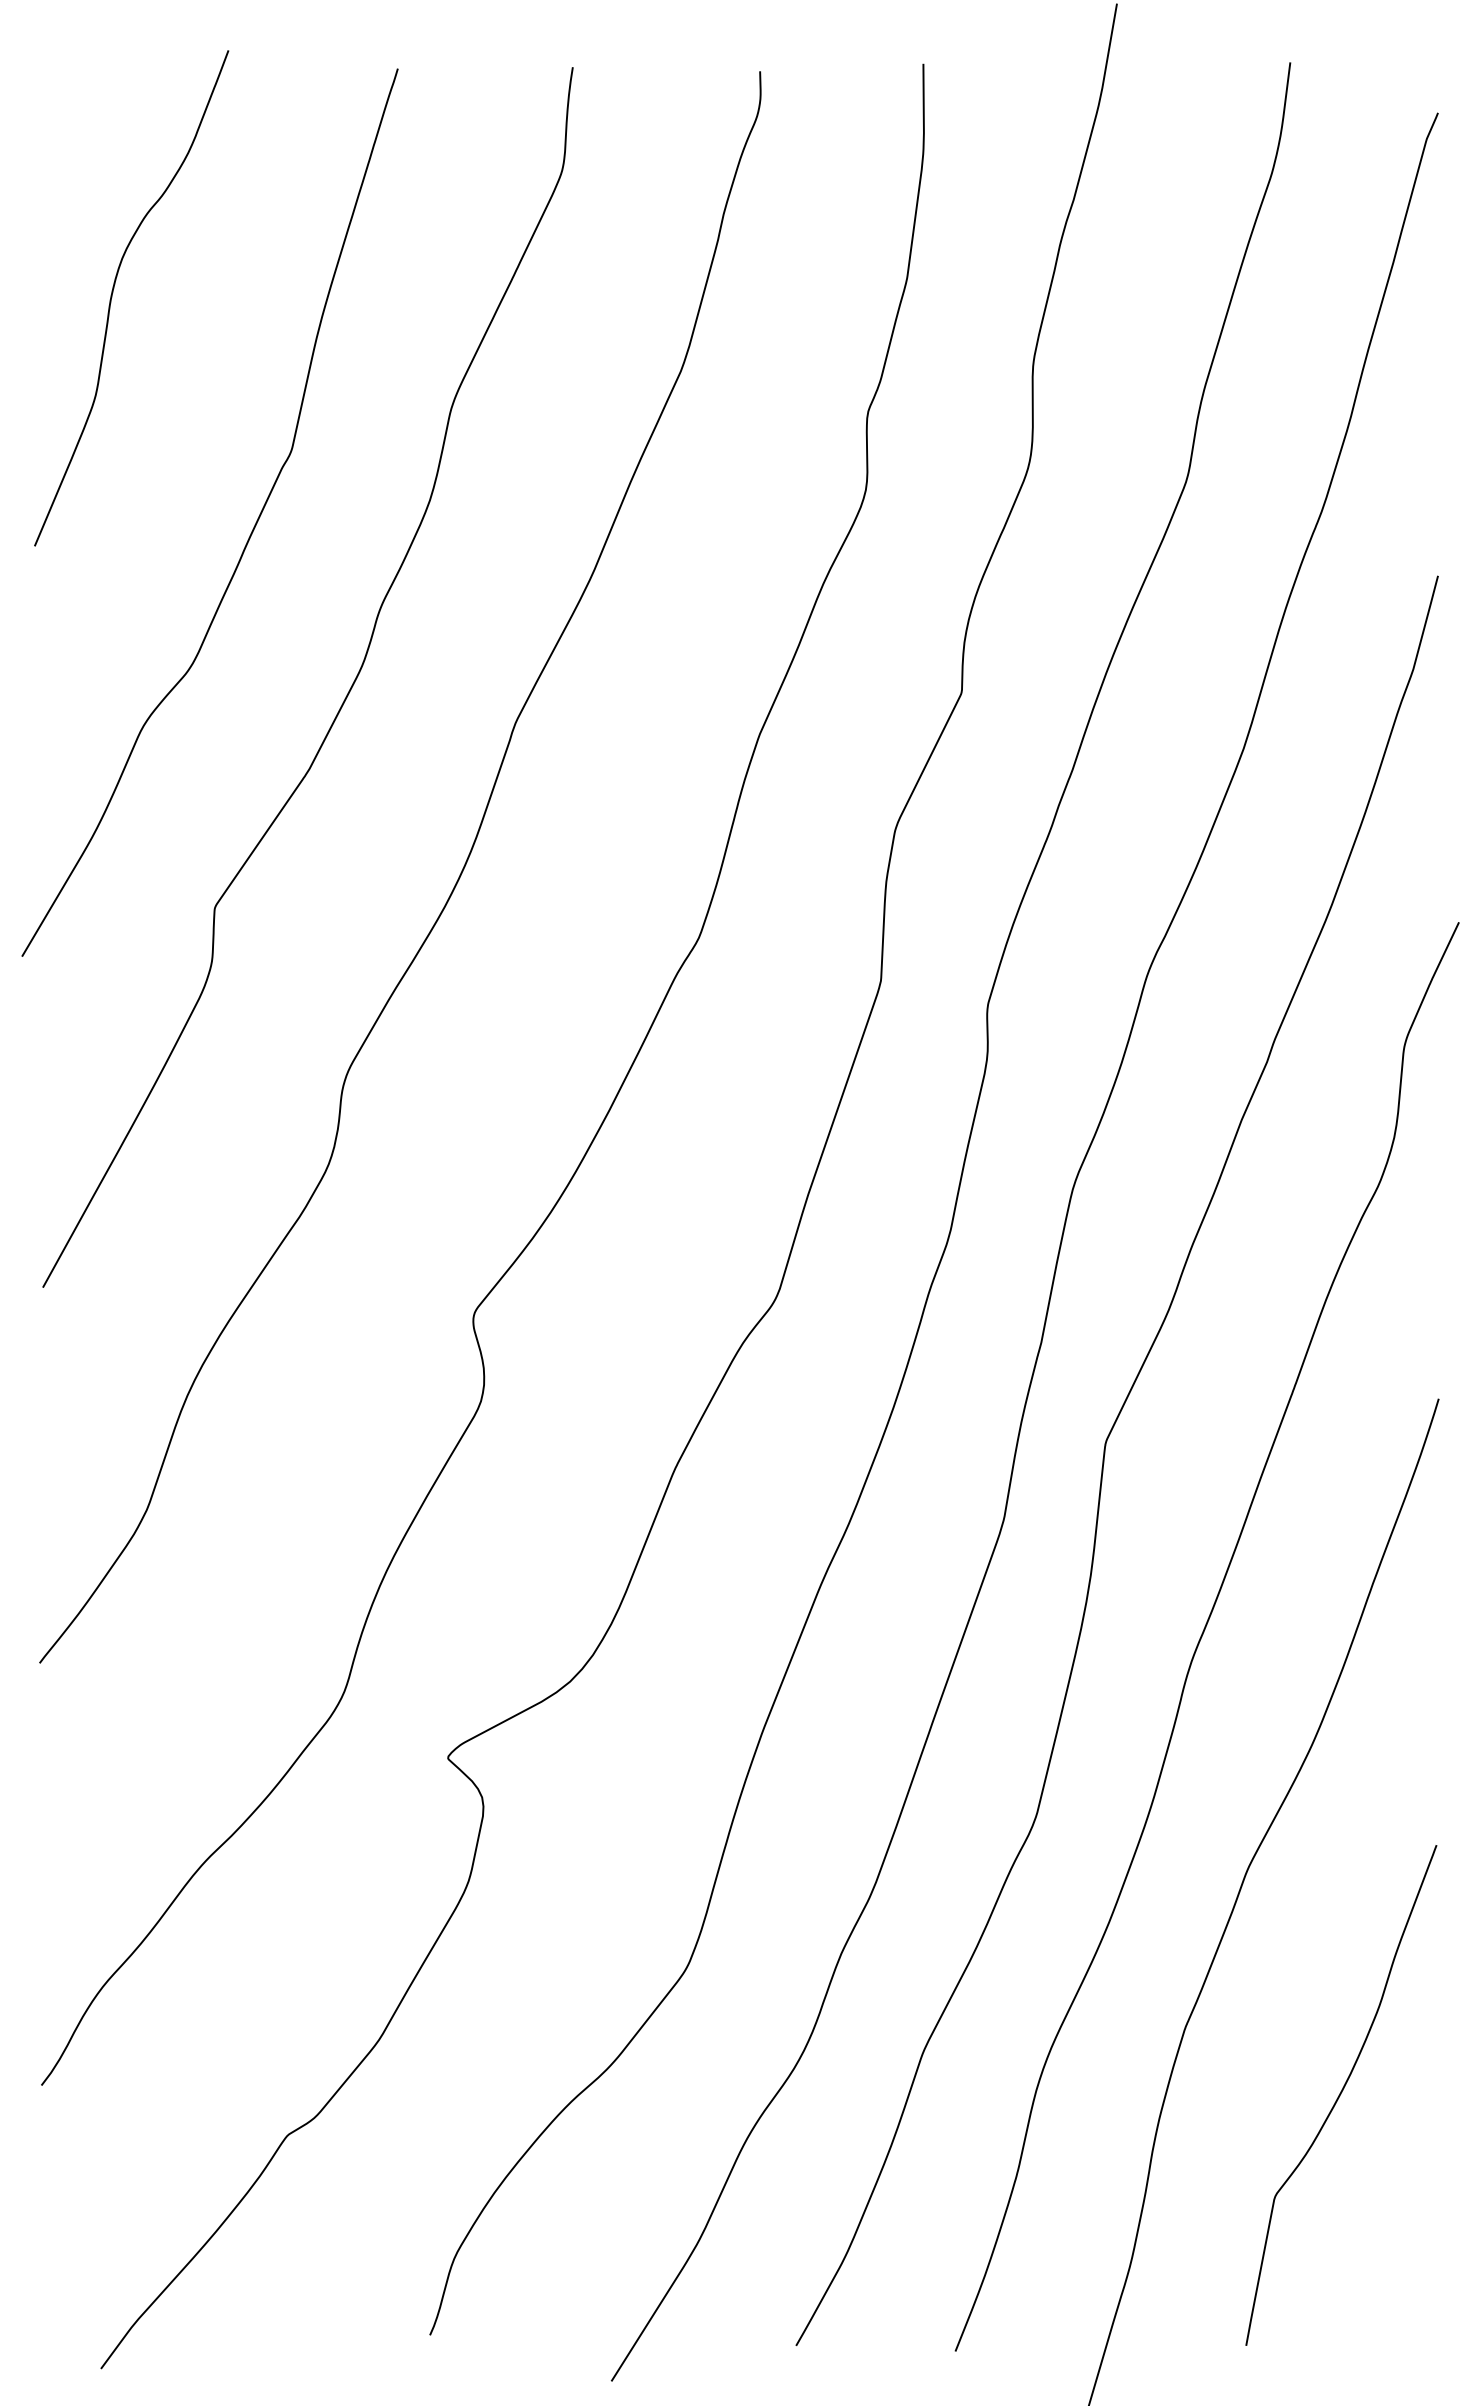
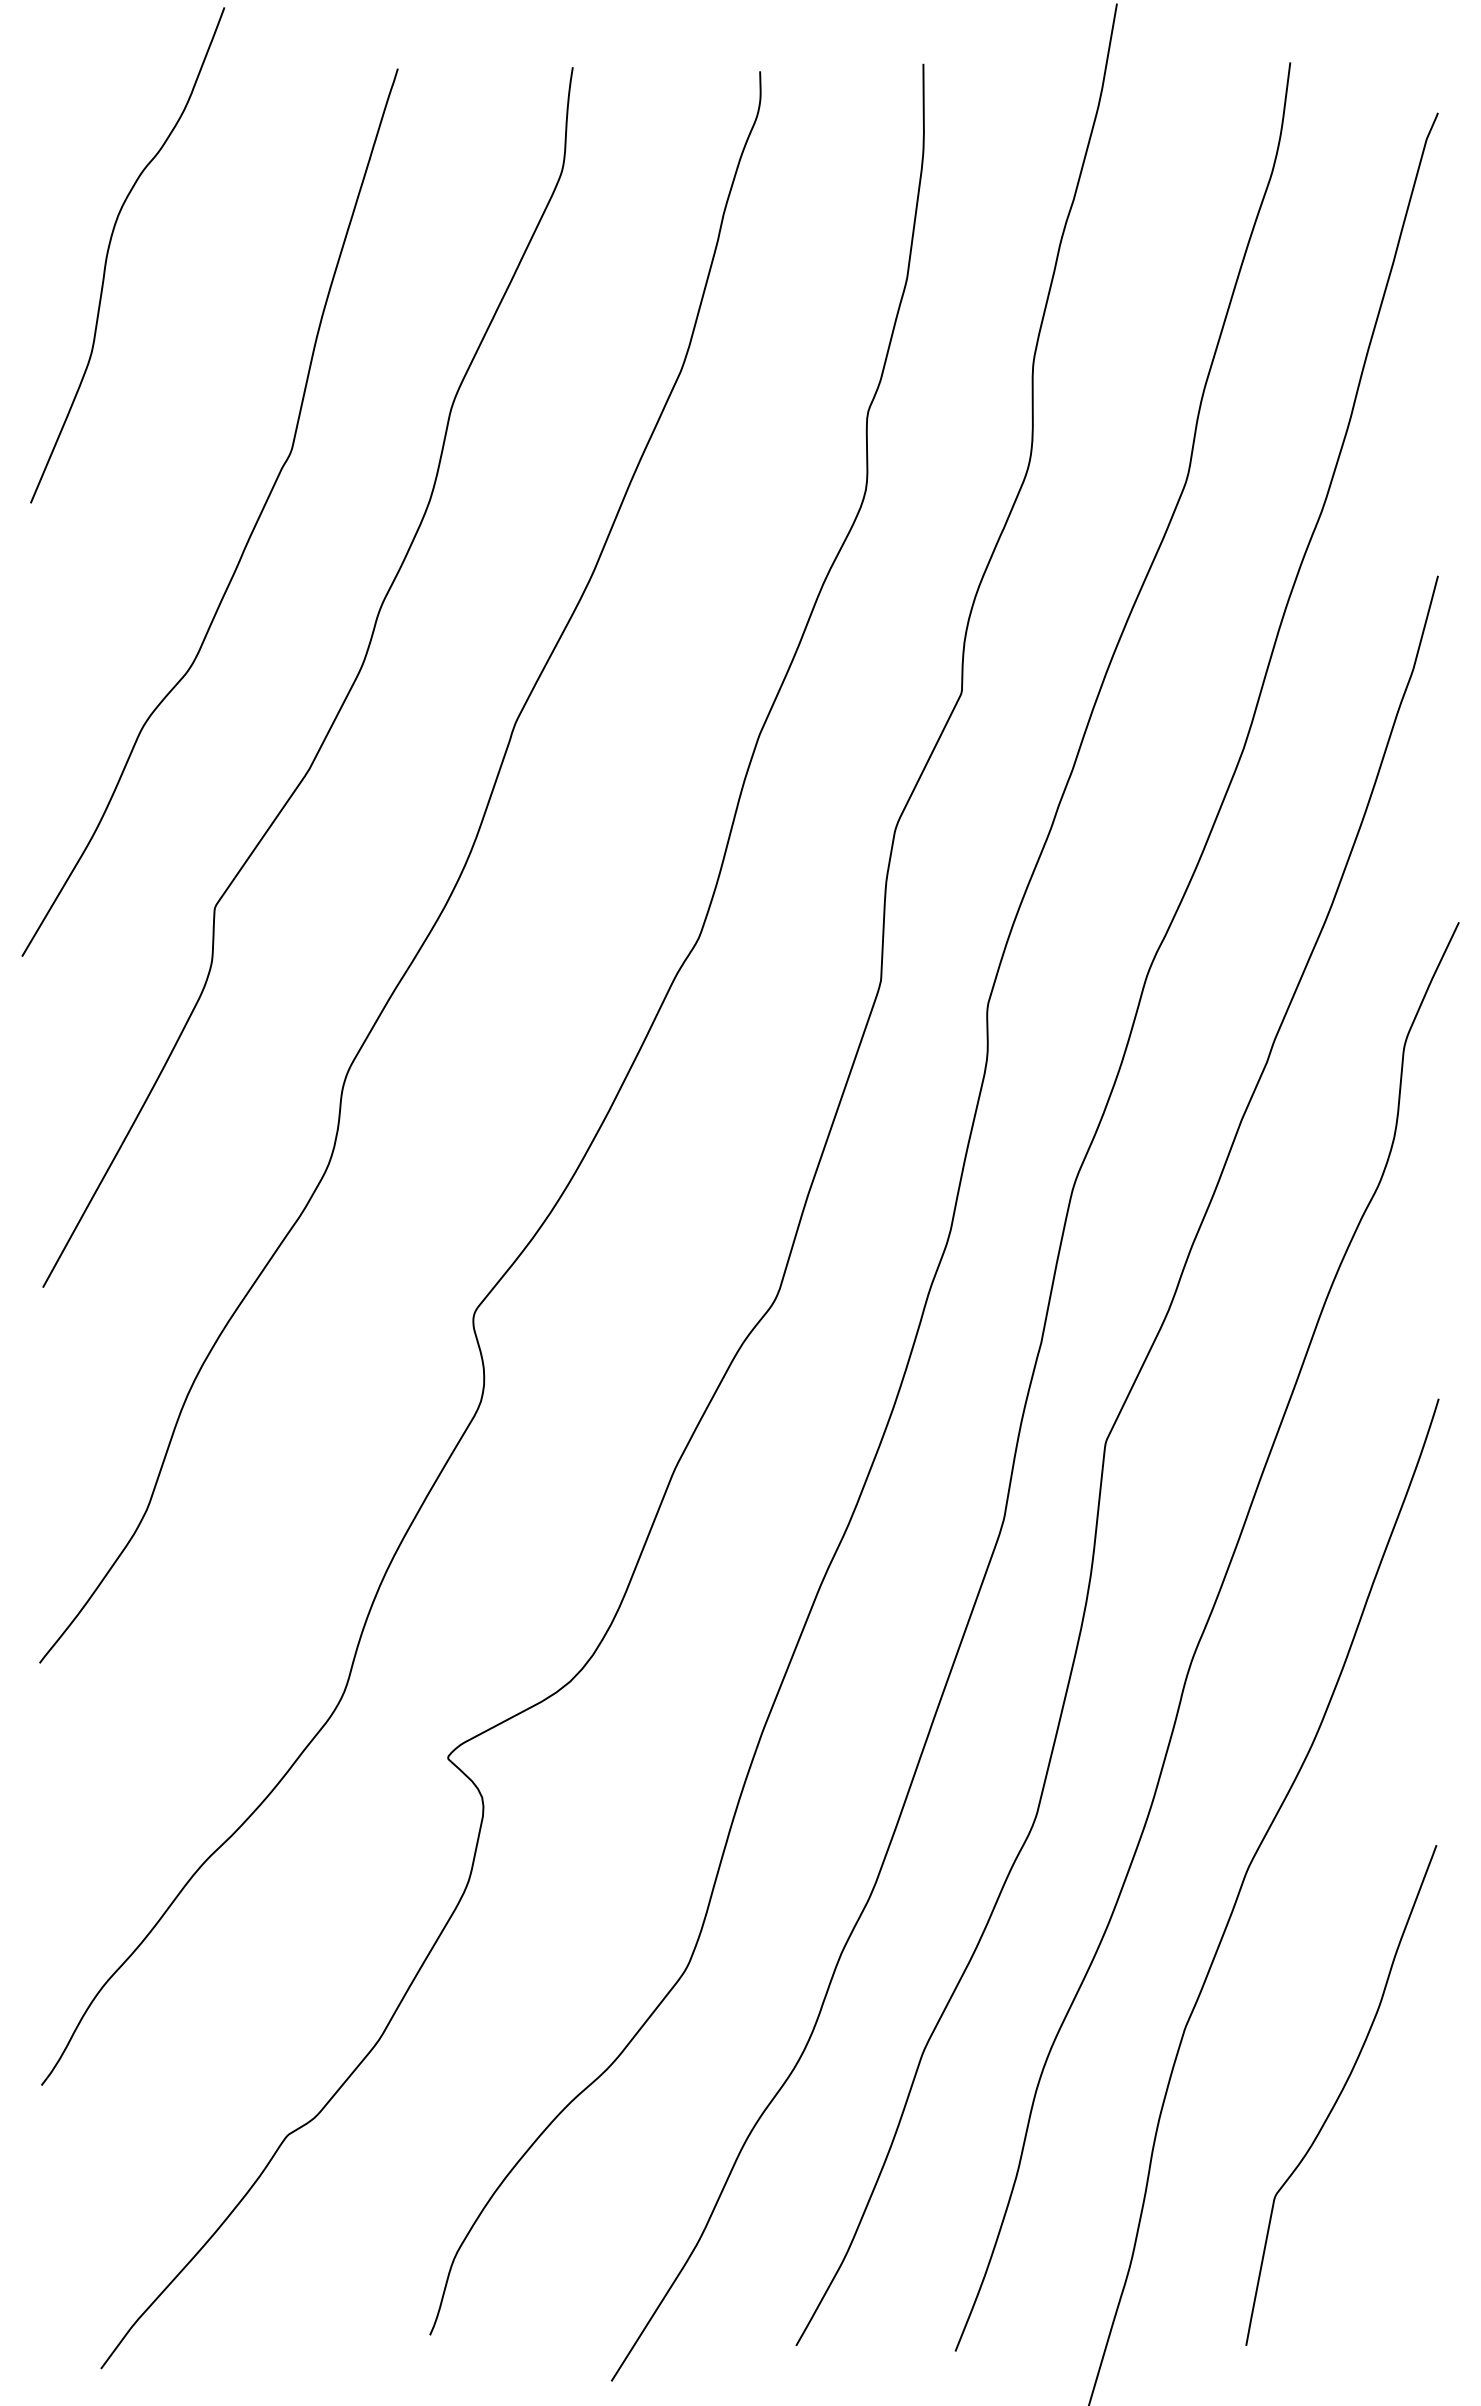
curve at (113, 292) position: (113, 292) -> (109, 249)
